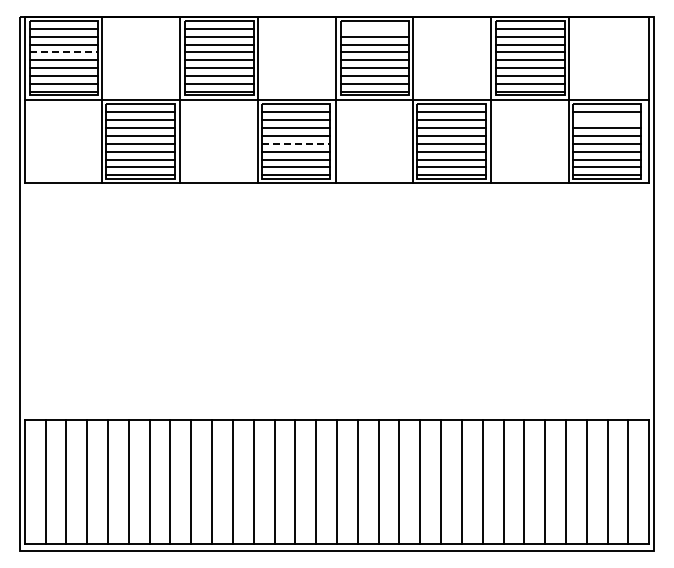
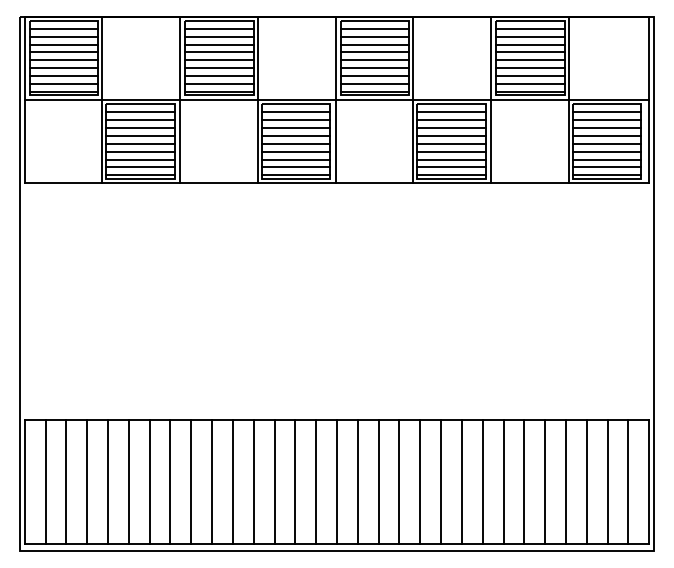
line at (374, 28): none -> present
line at (64, 52): dashed -> solid
line at (606, 119): none -> present
line at (296, 143): dashed -> solid
